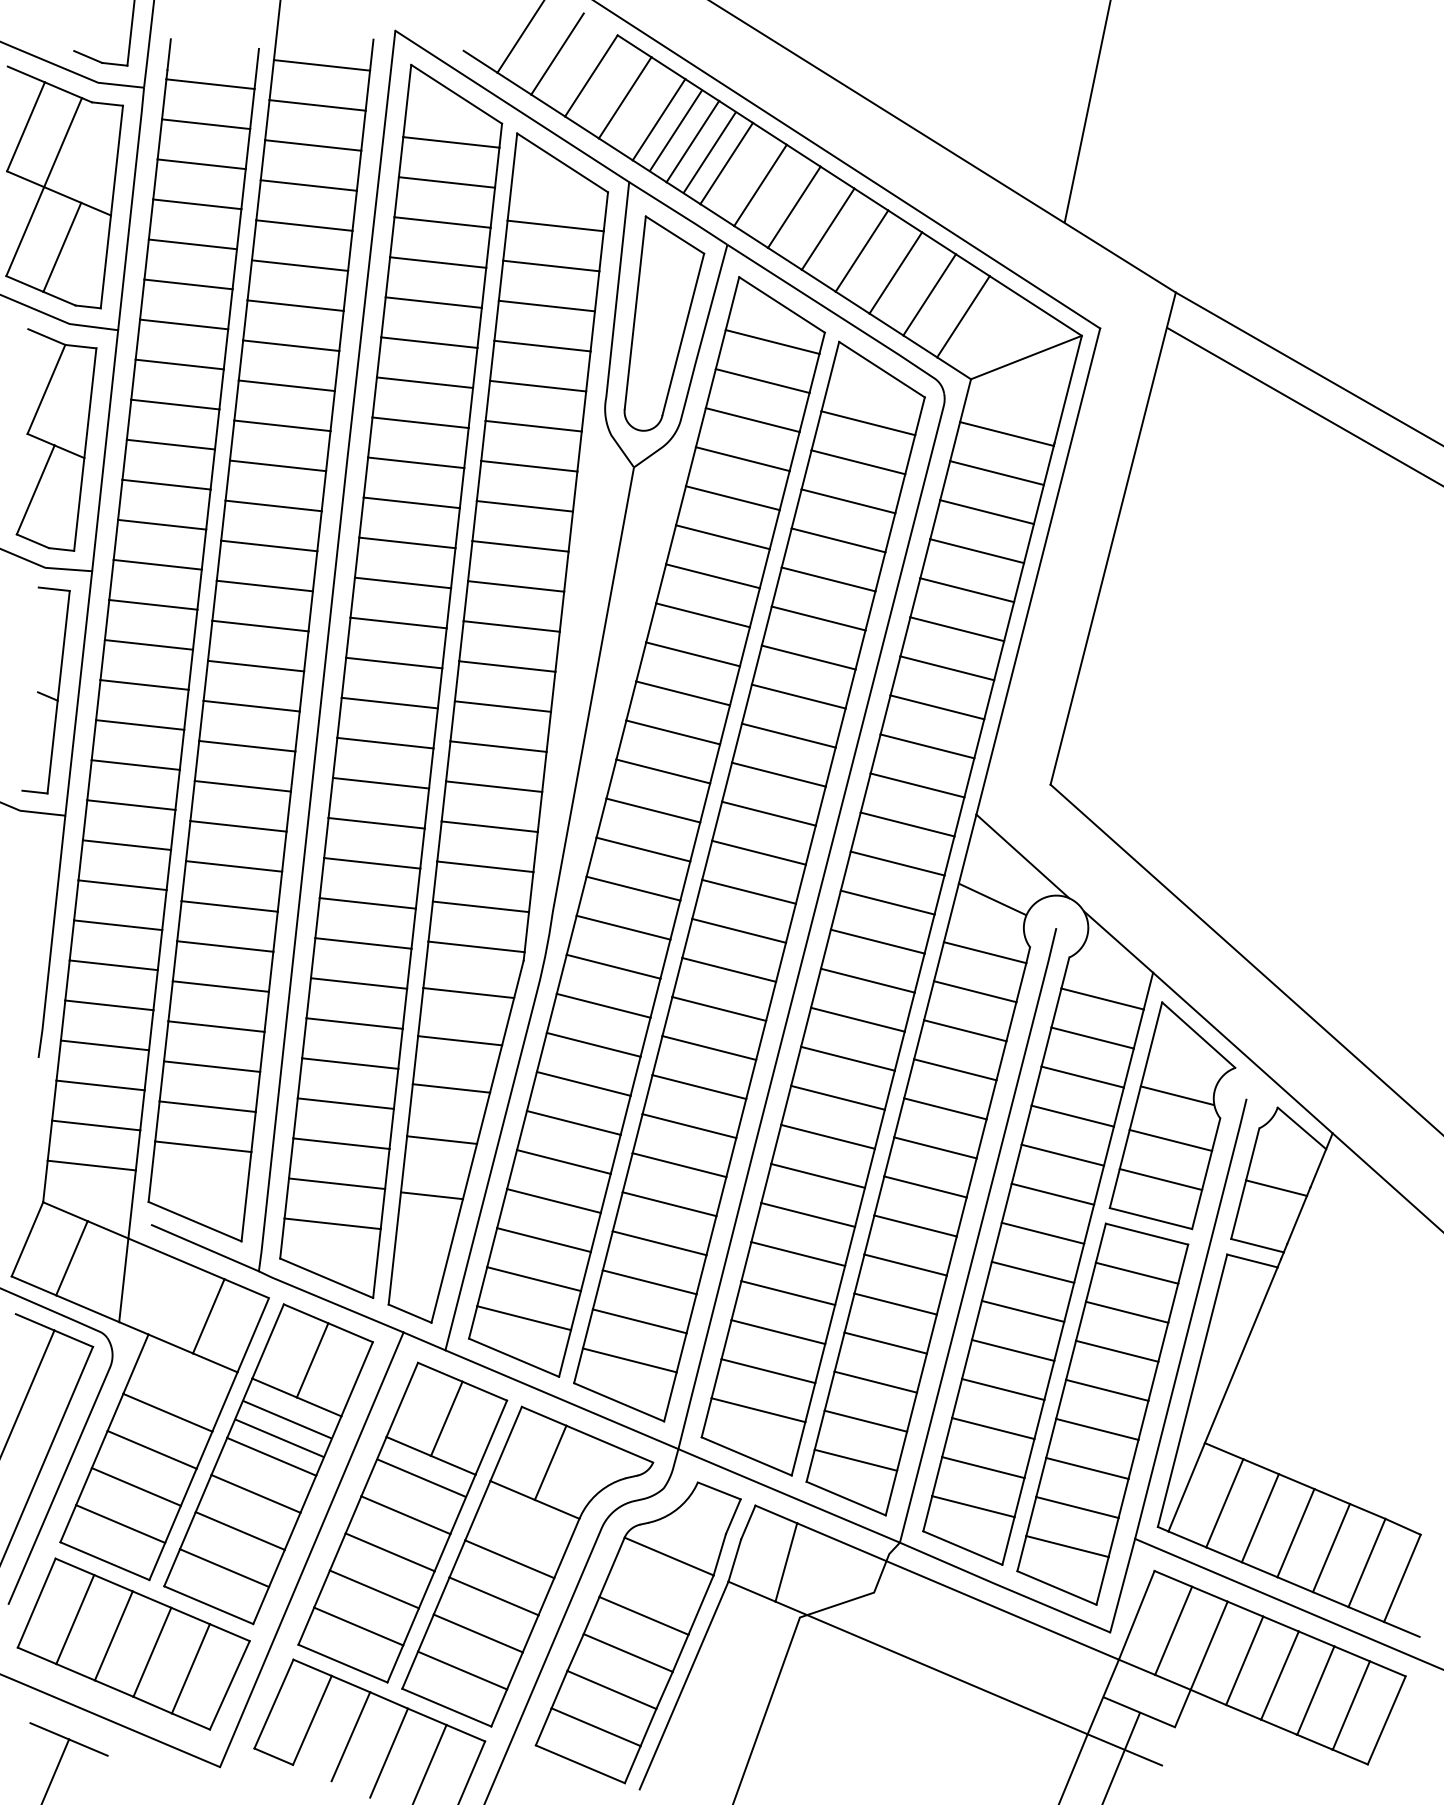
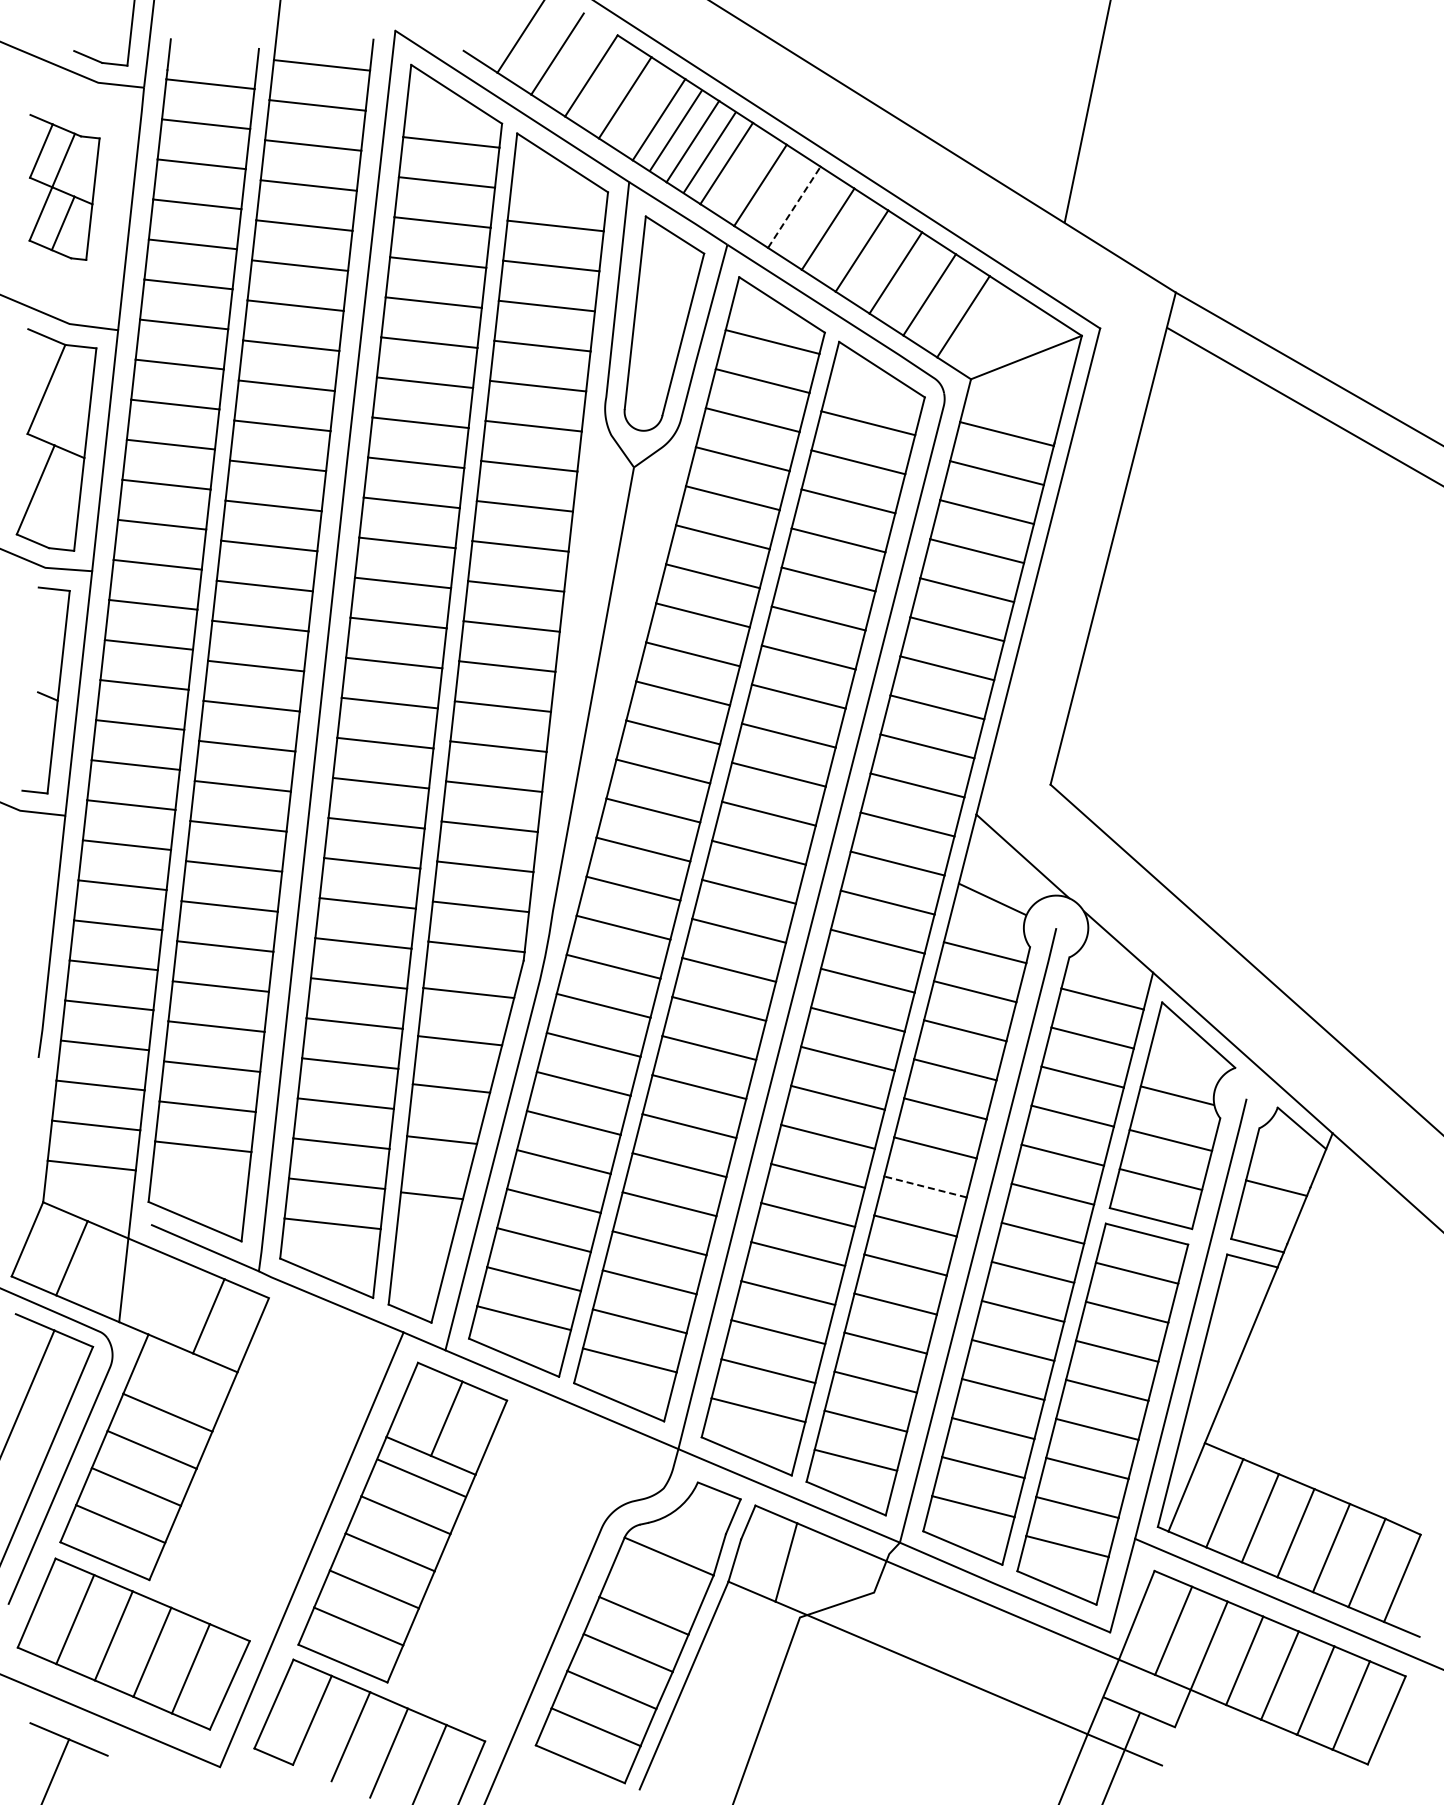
part at (64, 187) size: 119x245 px -> 73x147 px
line at (794, 206): solid -> dashed
line at (925, 1186): solid -> dashed
part at (268, 1464): present -> none
part at (527, 1566): present -> none
